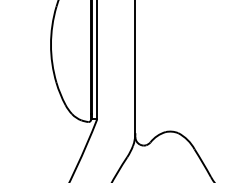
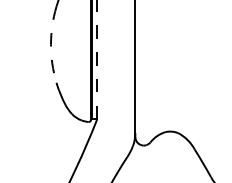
arc at (51, 44): solid -> dashed
line at (97, 59): solid -> dashed
